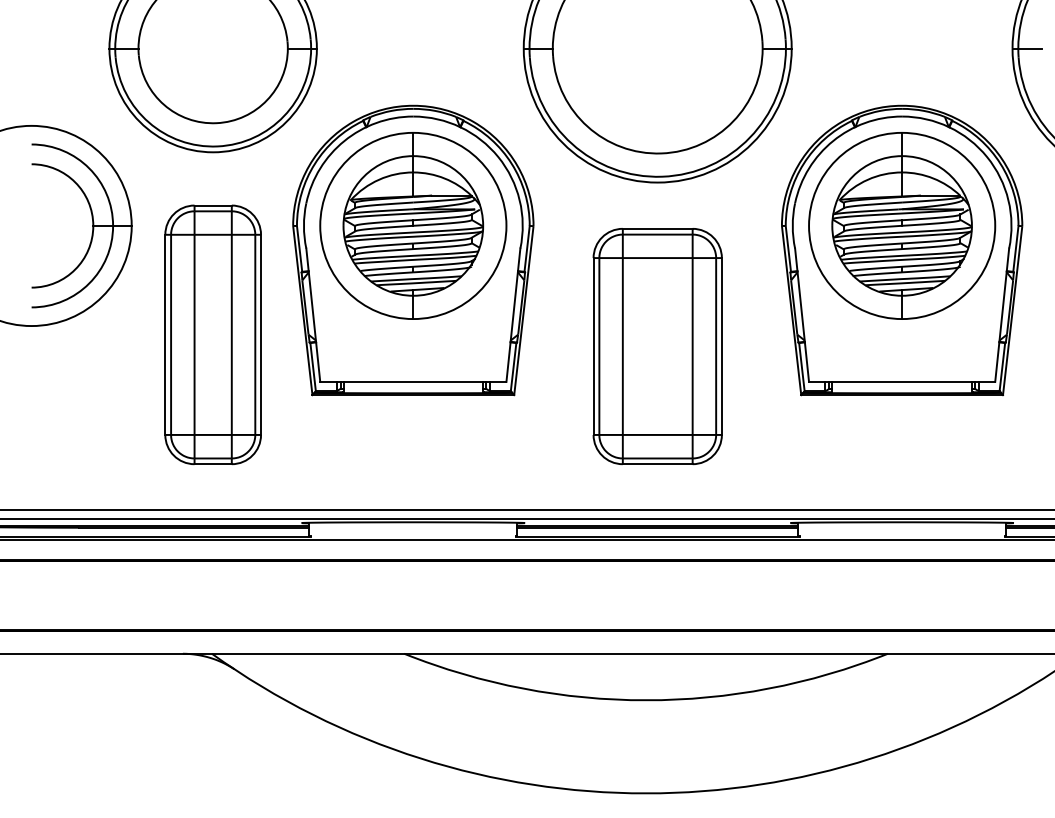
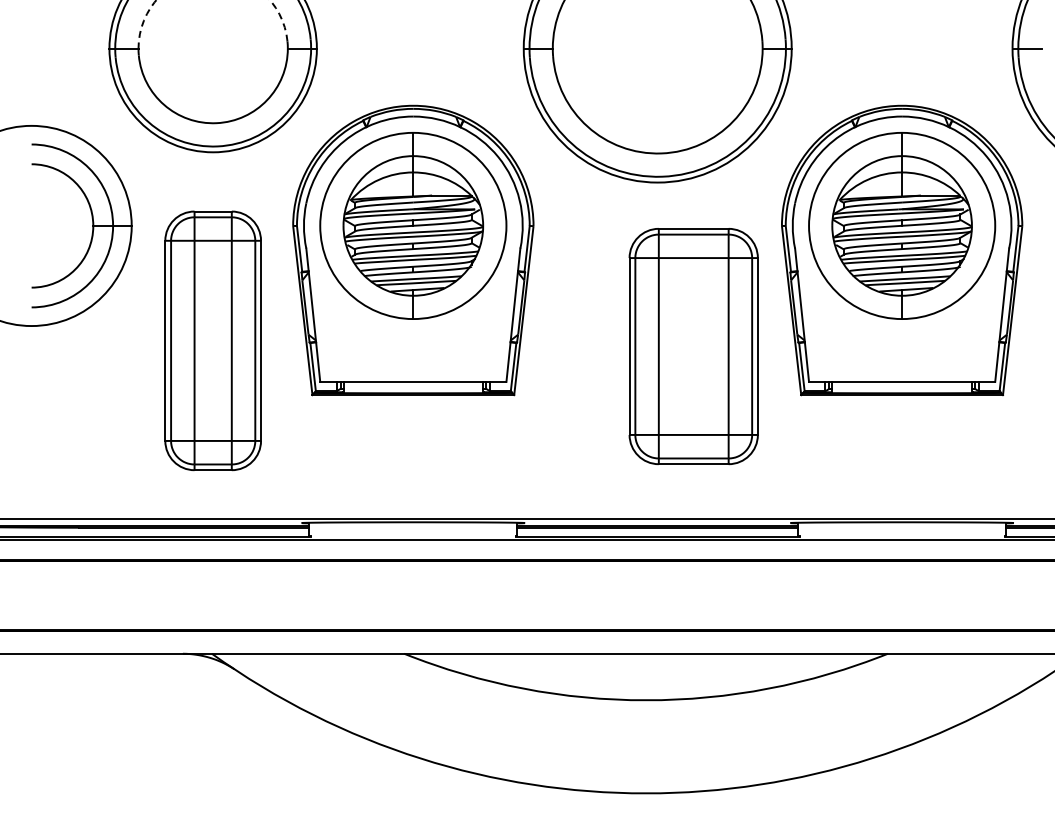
arc at (154, 2): solid -> dashed
part at (212, 334) position: (212, 334) -> (212, 340)
part at (657, 346) position: (657, 346) -> (693, 346)
line at (526, 509): present -> none
